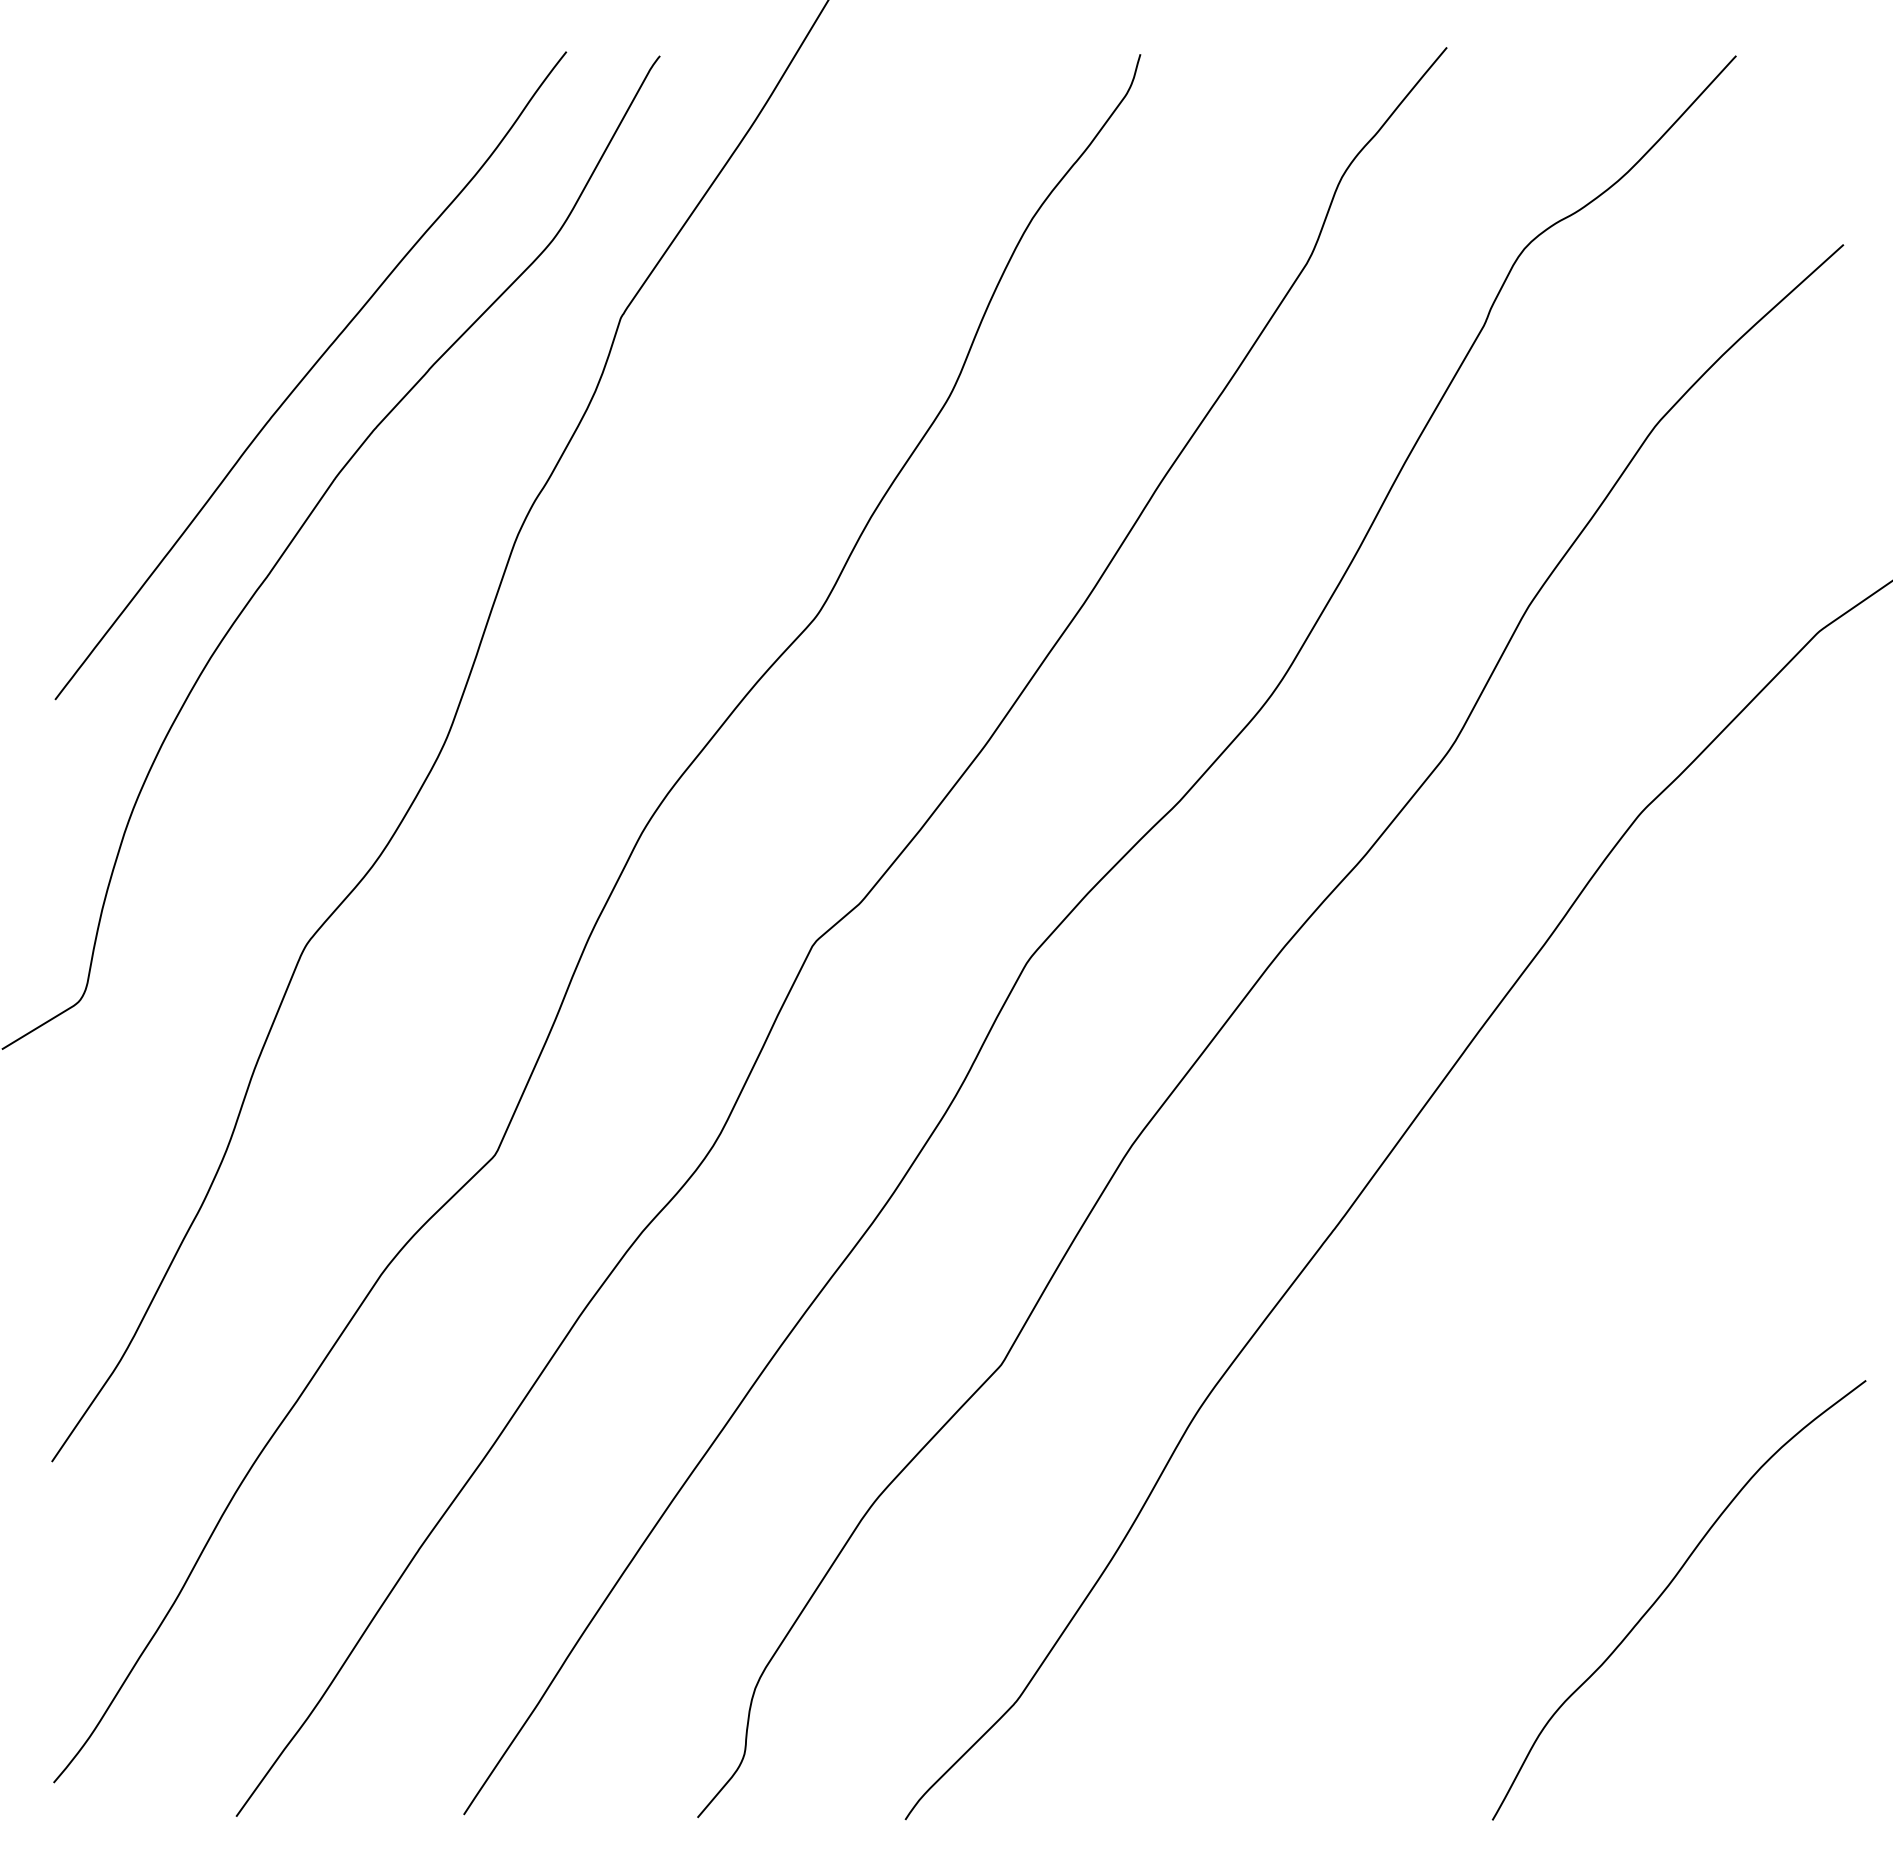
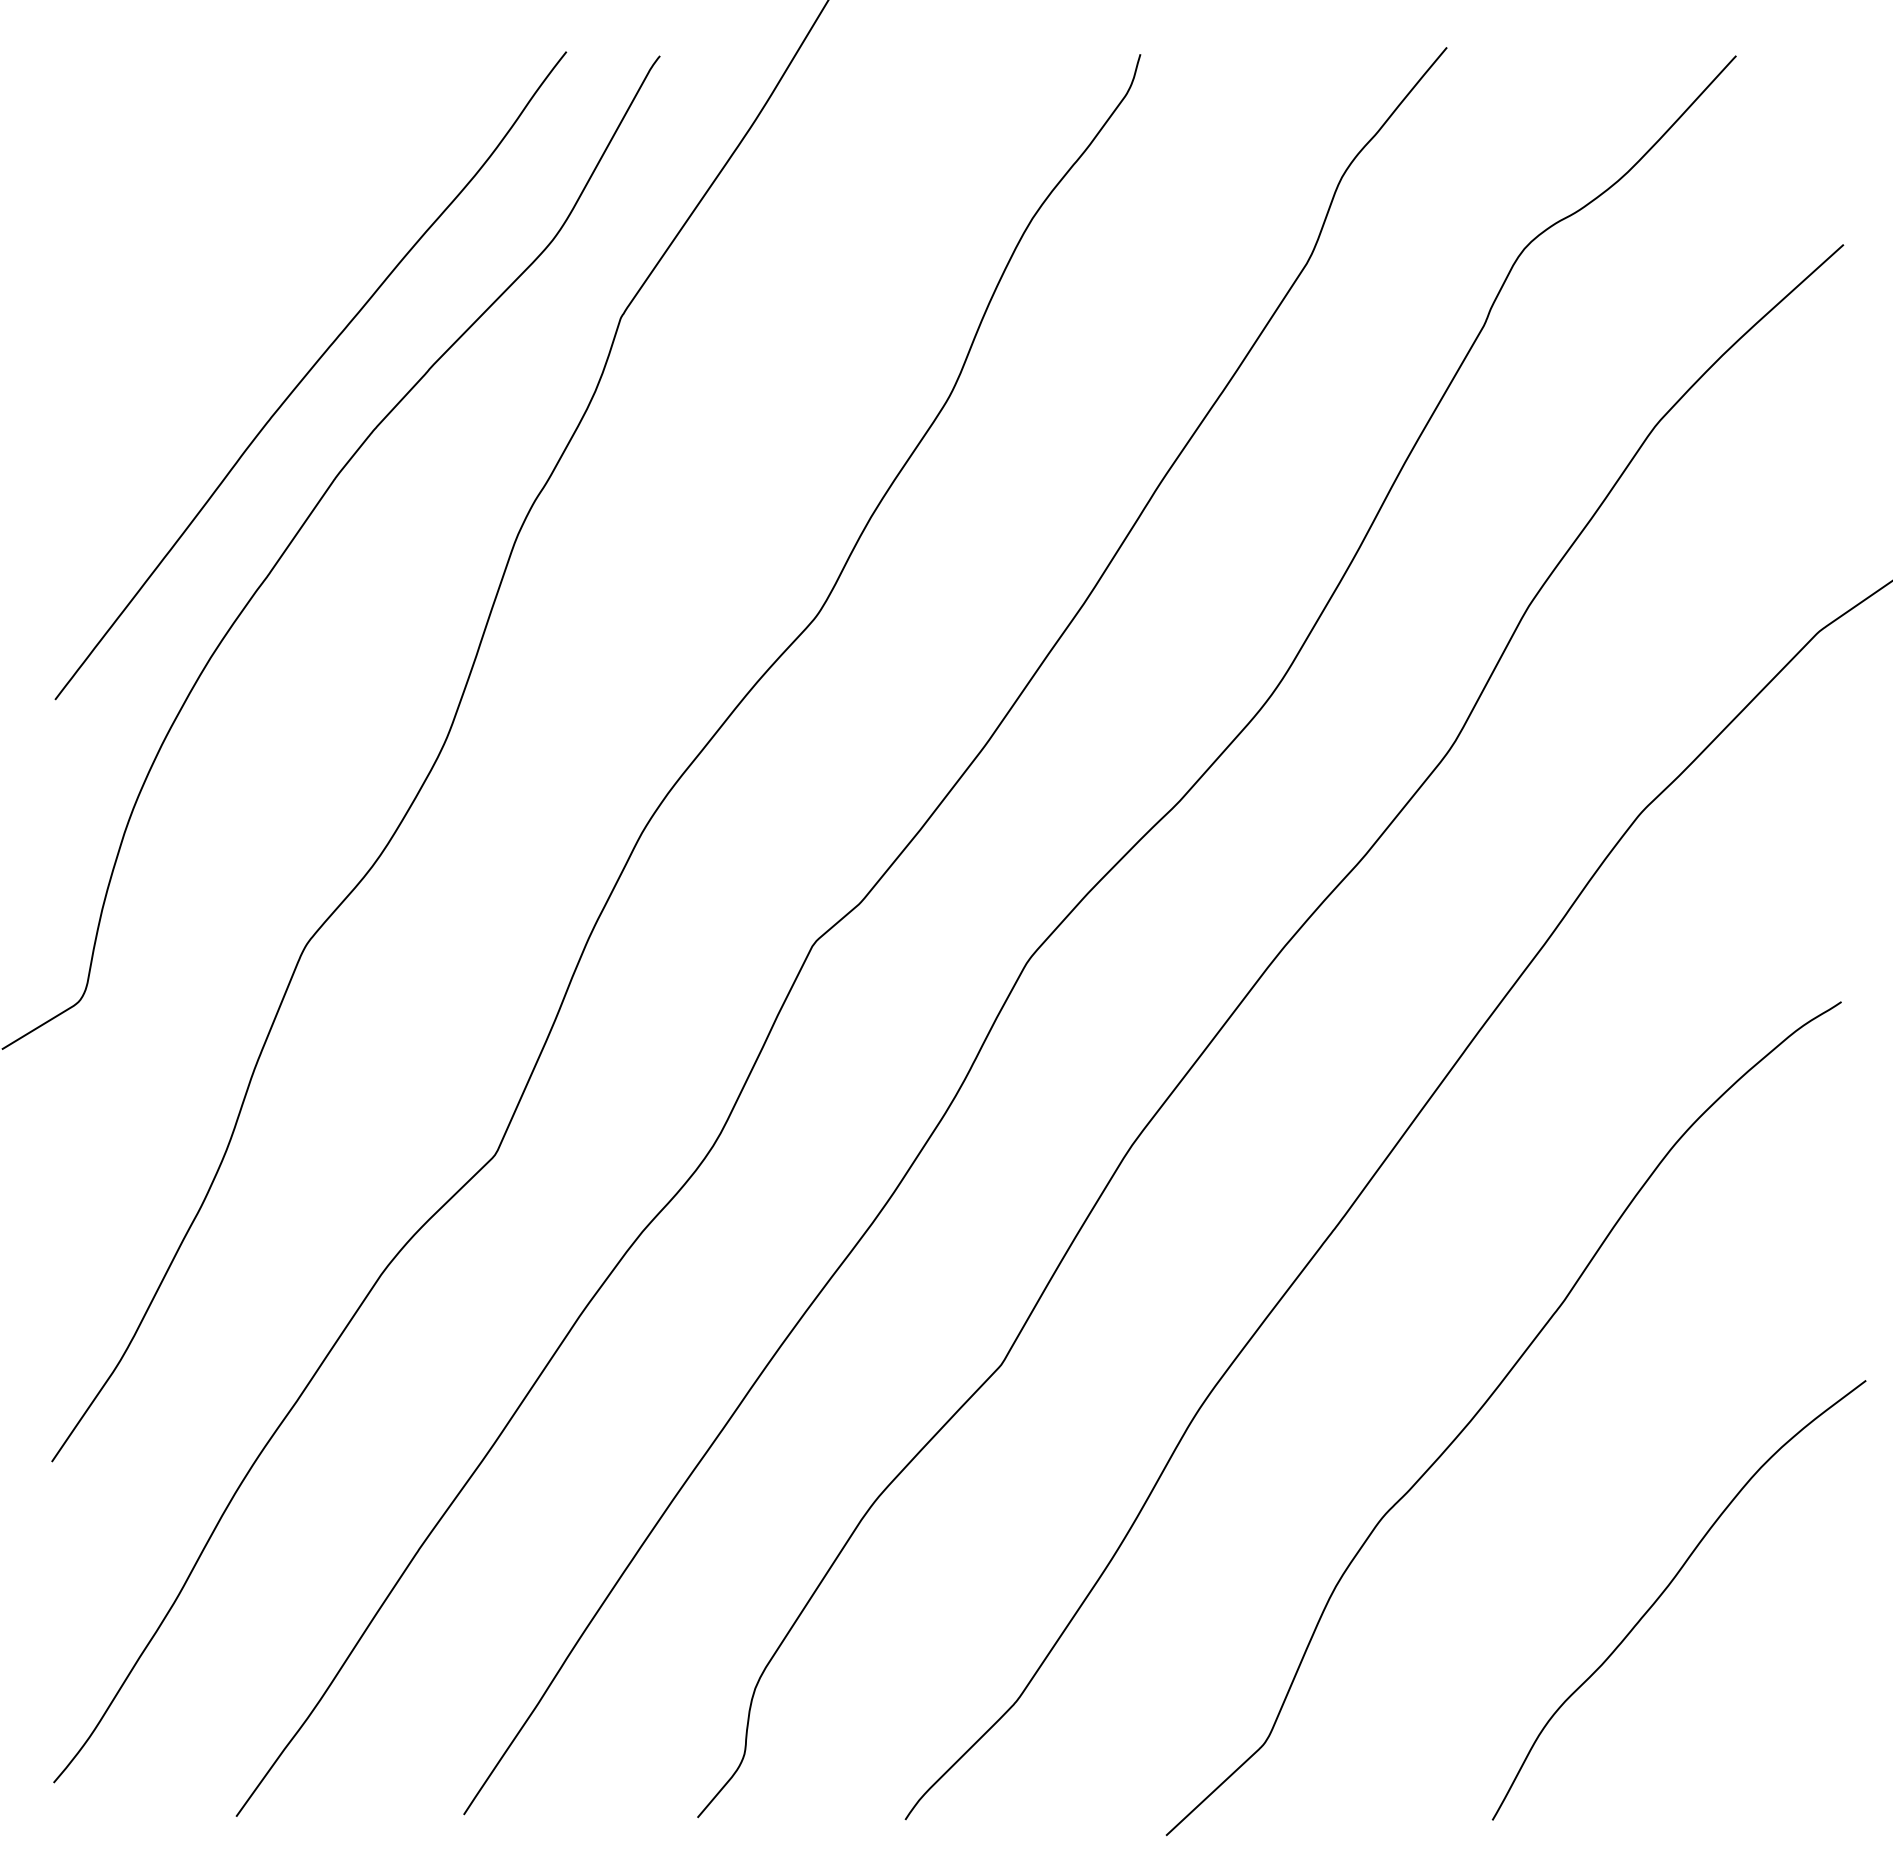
curve at (1486, 1403): none -> present
